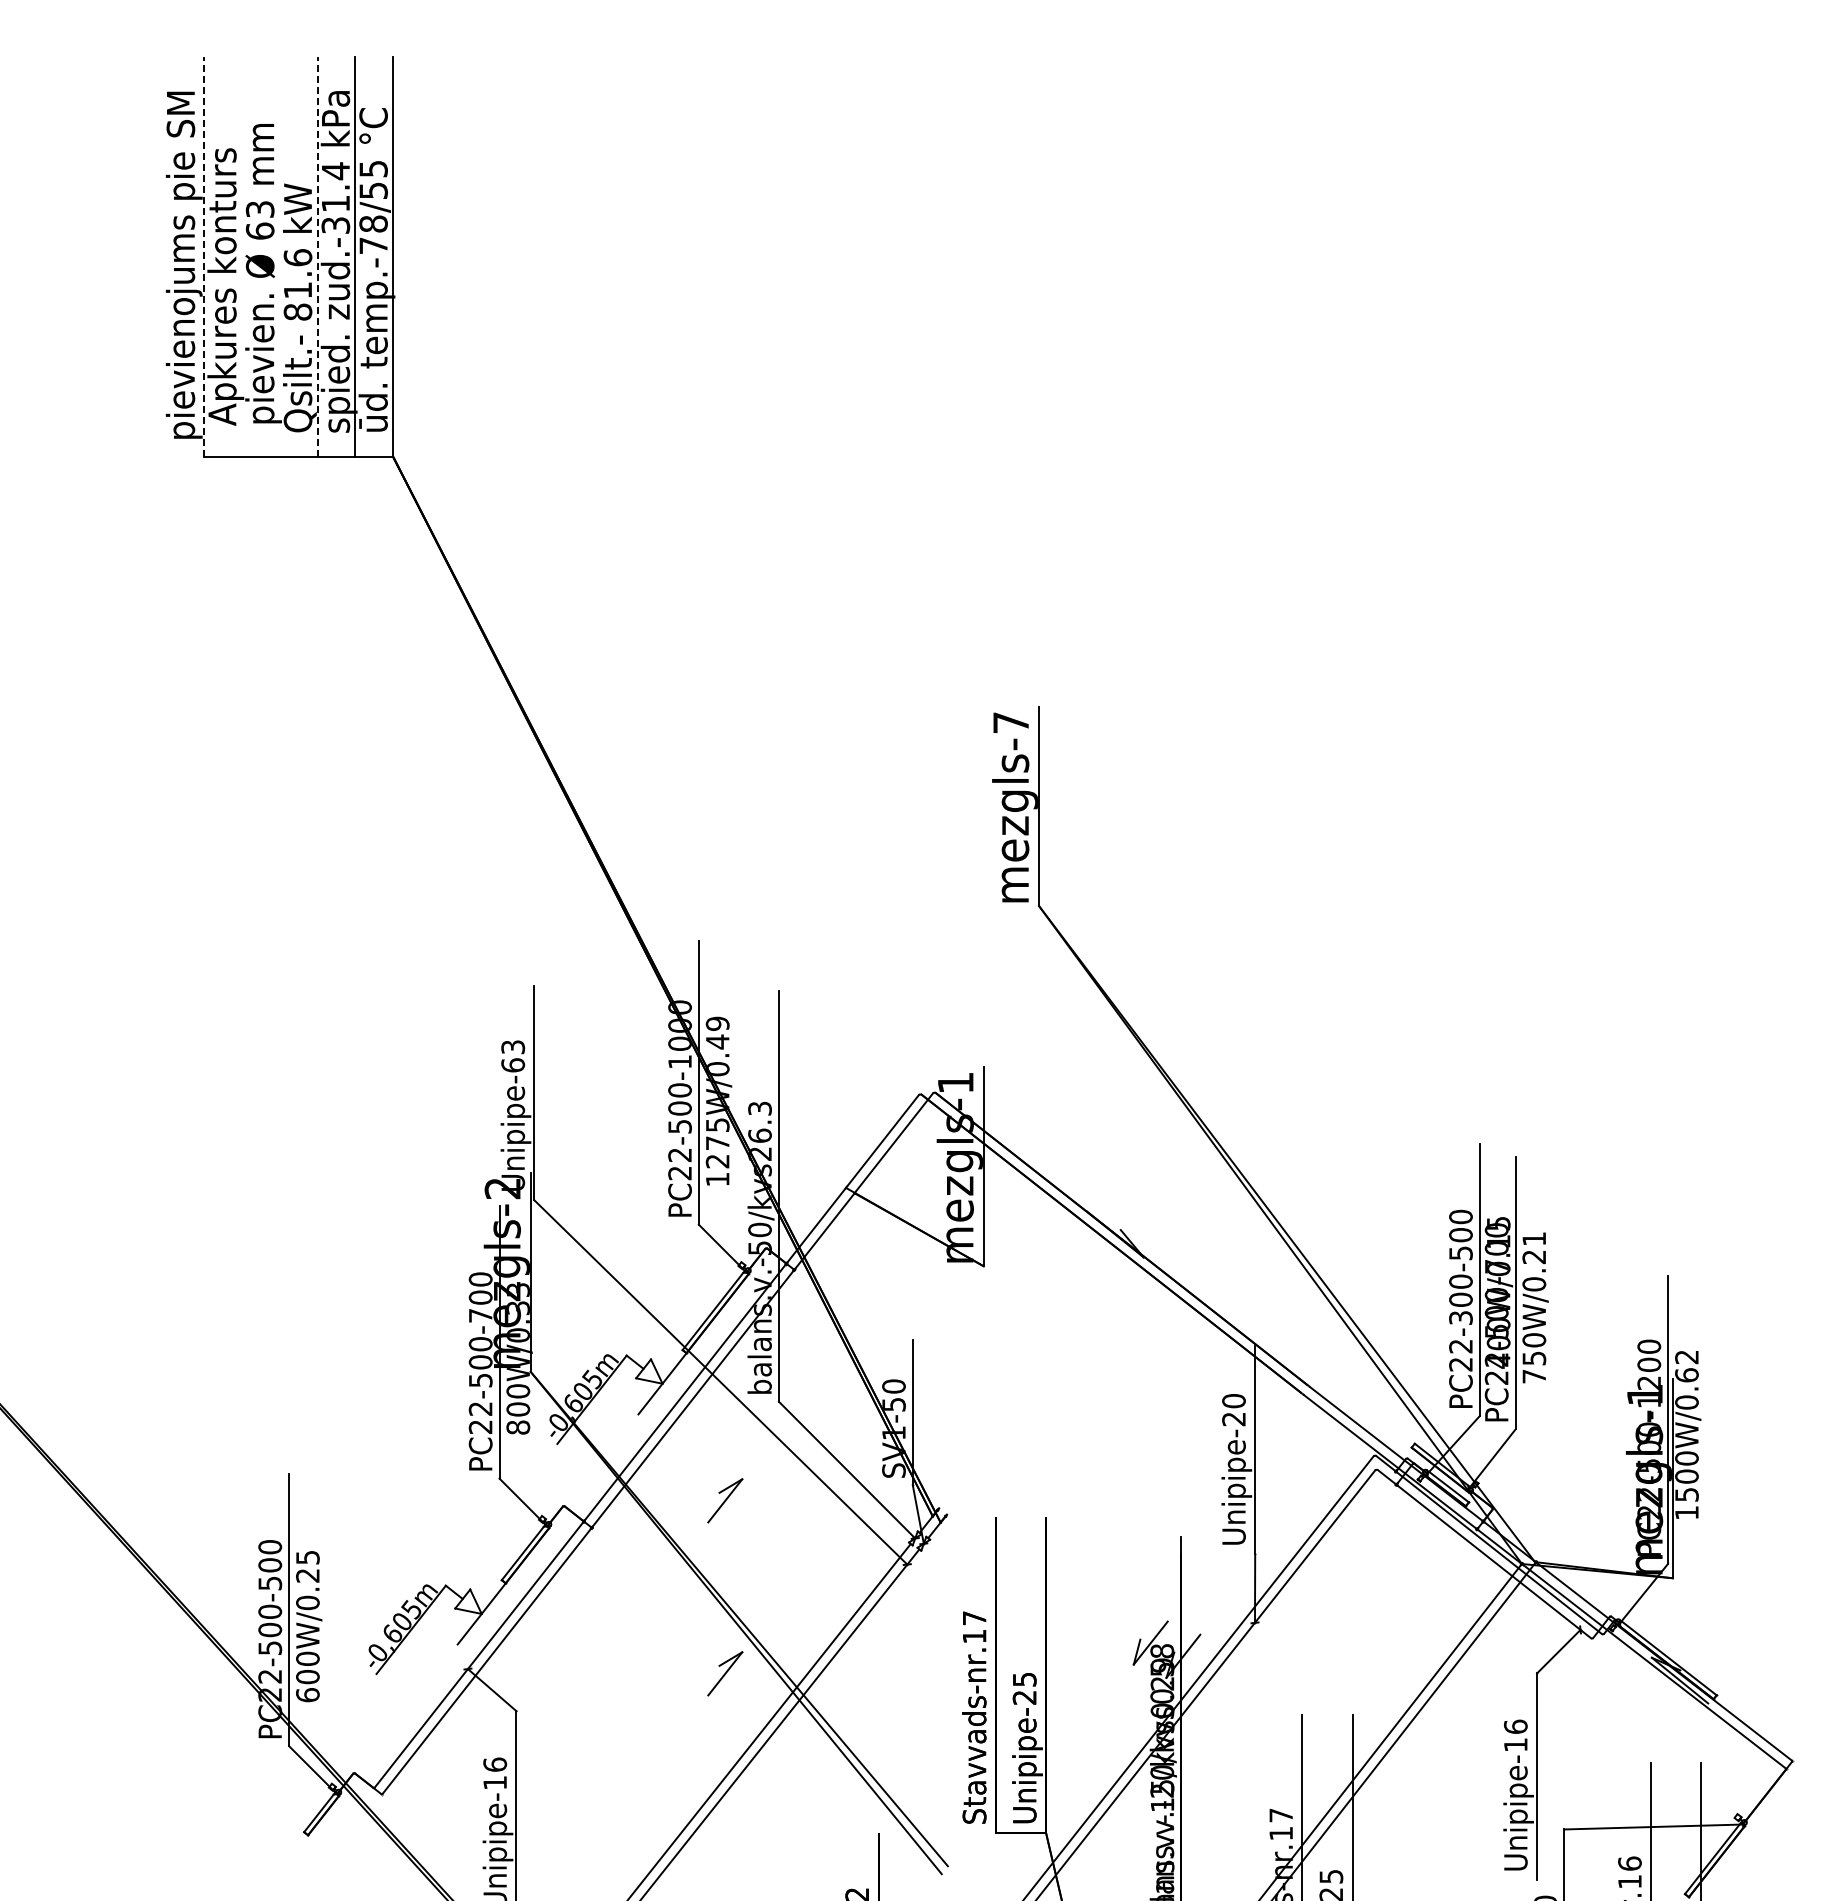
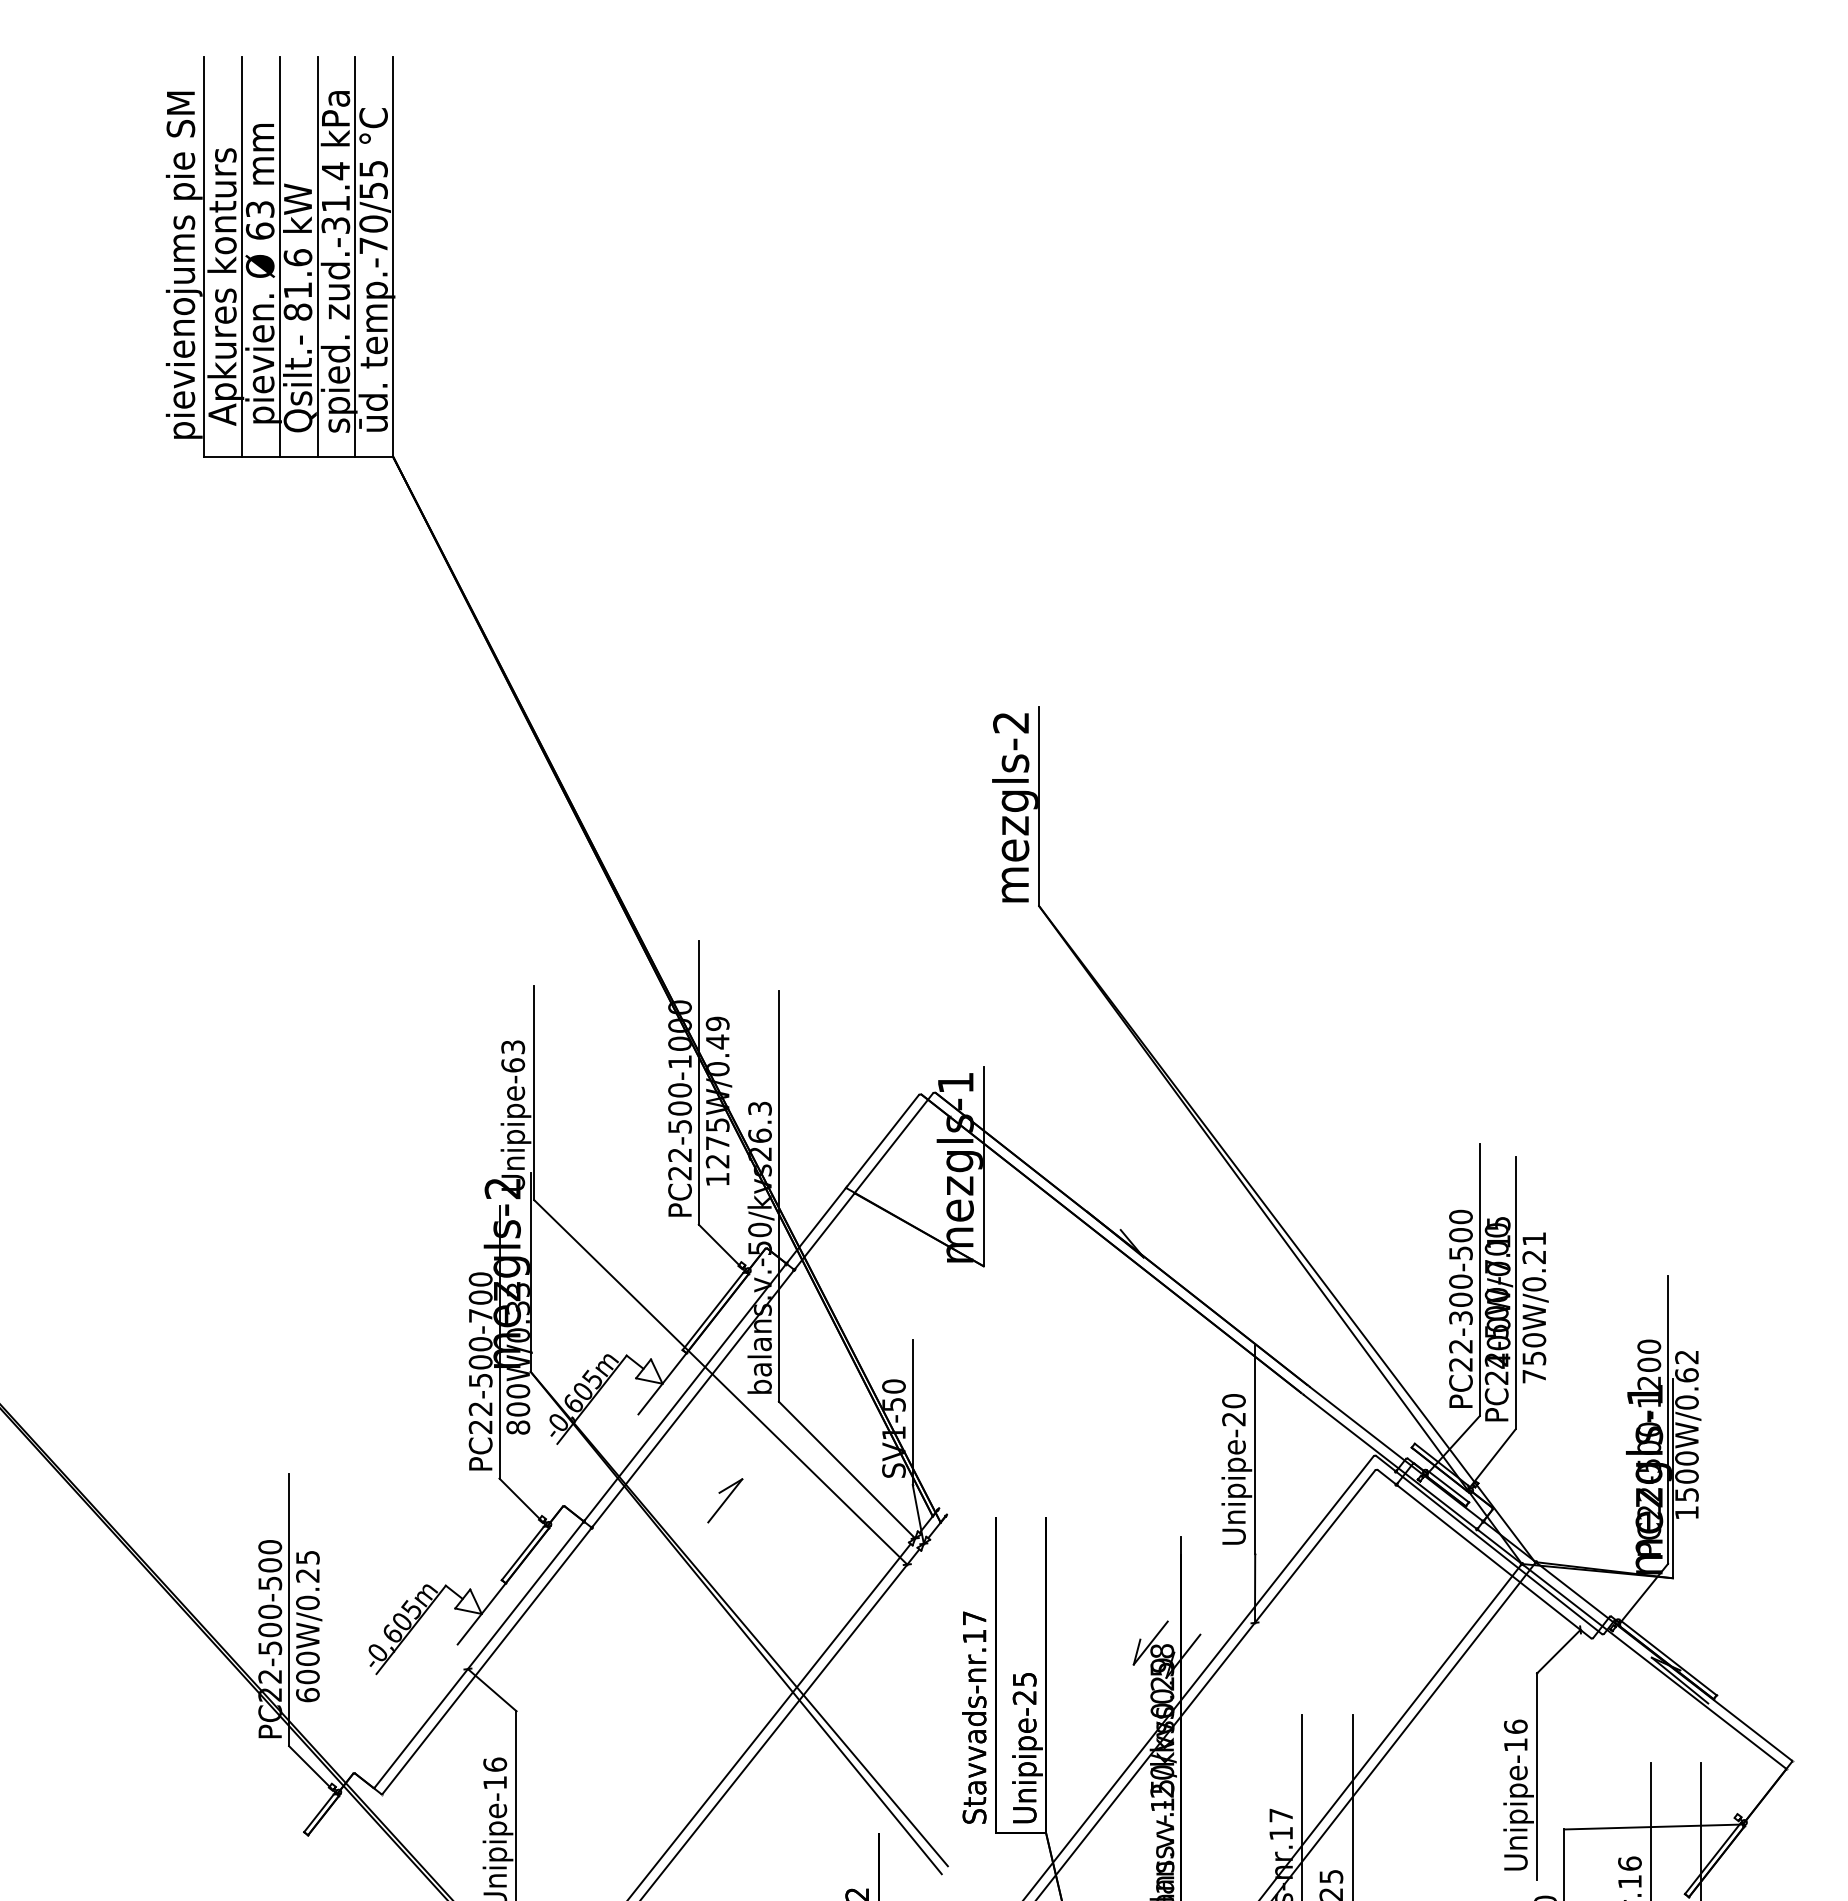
text at (373, 223): temp.-78/55 -> temp.-70/55
line at (204, 256): dashed -> solid
line at (241, 256): none -> present
line at (279, 256): none -> present
line at (317, 256): dashed -> solid
text at (1010, 722): mezgls-7 -> mezgls-2
part at (725, 1673): present -> none
